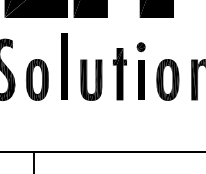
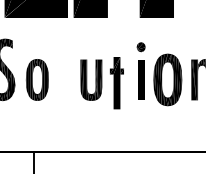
part at (64, 66): present -> none
part at (119, 74) position: (119, 74) -> (116, 83)
part at (167, 79) size: 24x42 px -> 30x54 px
